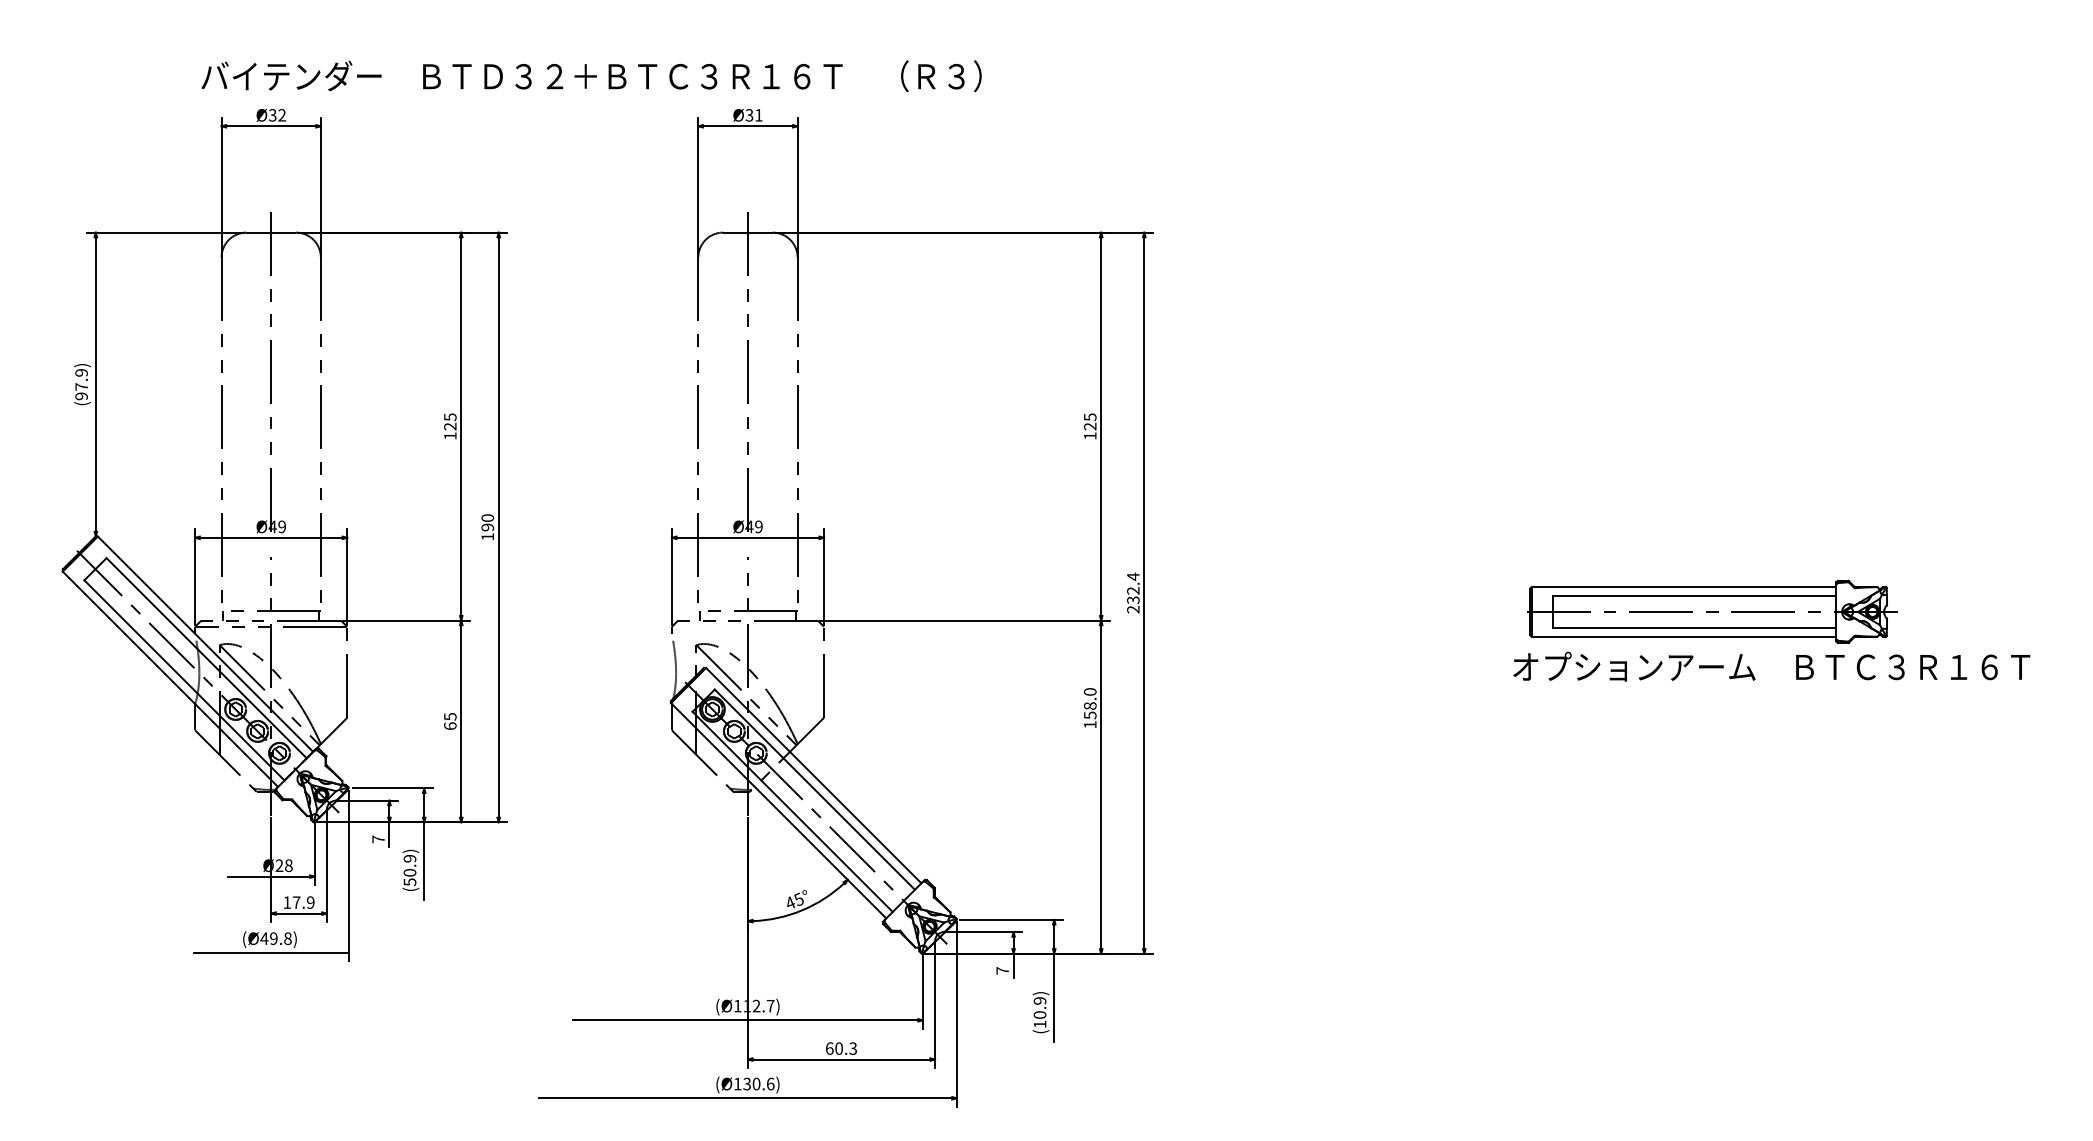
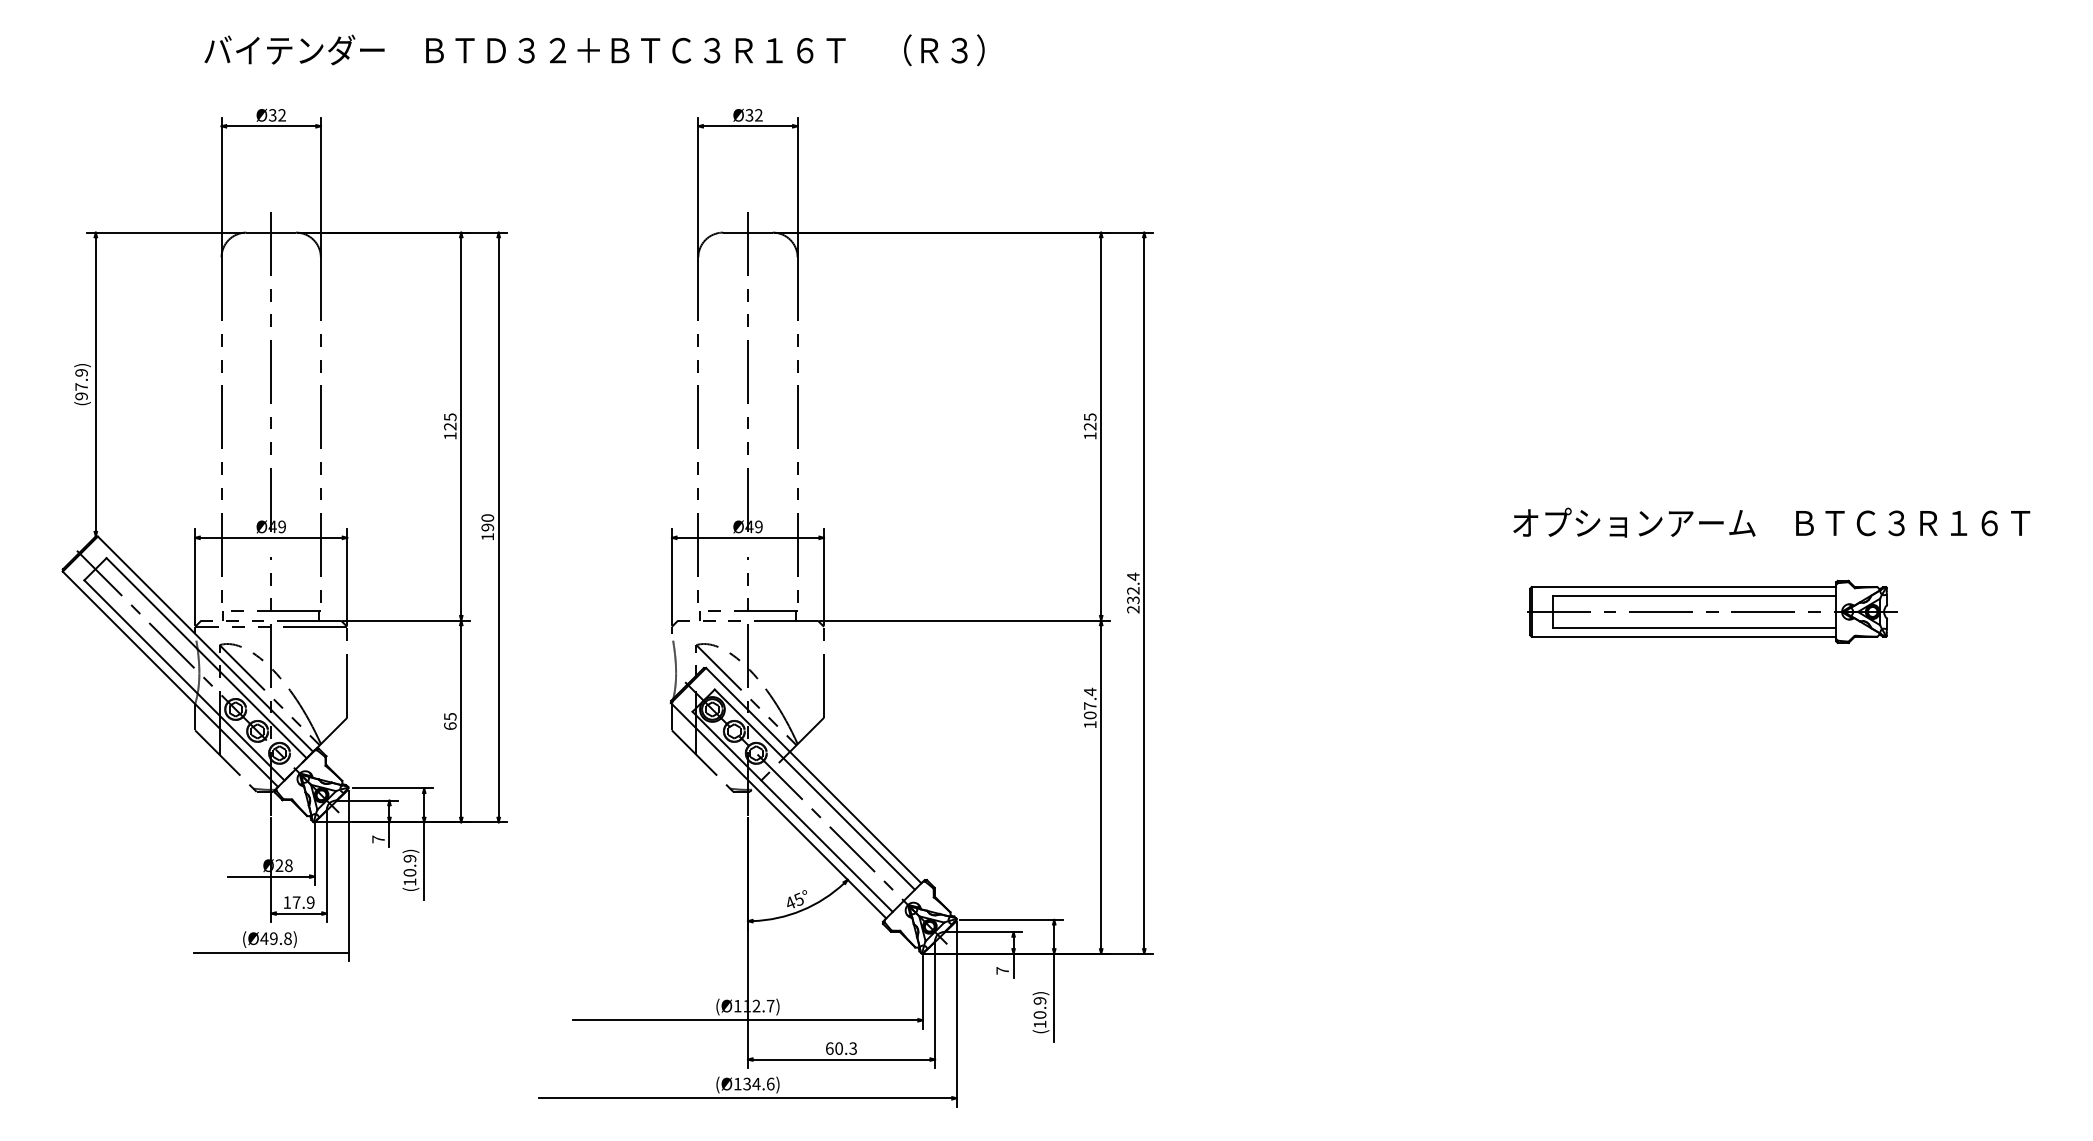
text at (591, 76) position: (591, 76) -> (594, 50)
text at (758, 115): Ø31 -> Ø32
text at (1771, 666) position: (1771, 666) -> (1771, 522)
text at (1089, 703): 158.0 -> 107.4
text at (409, 882): (50.9) -> (10.9)
text at (756, 1083): (Ø130.6) -> (Ø134.6)
